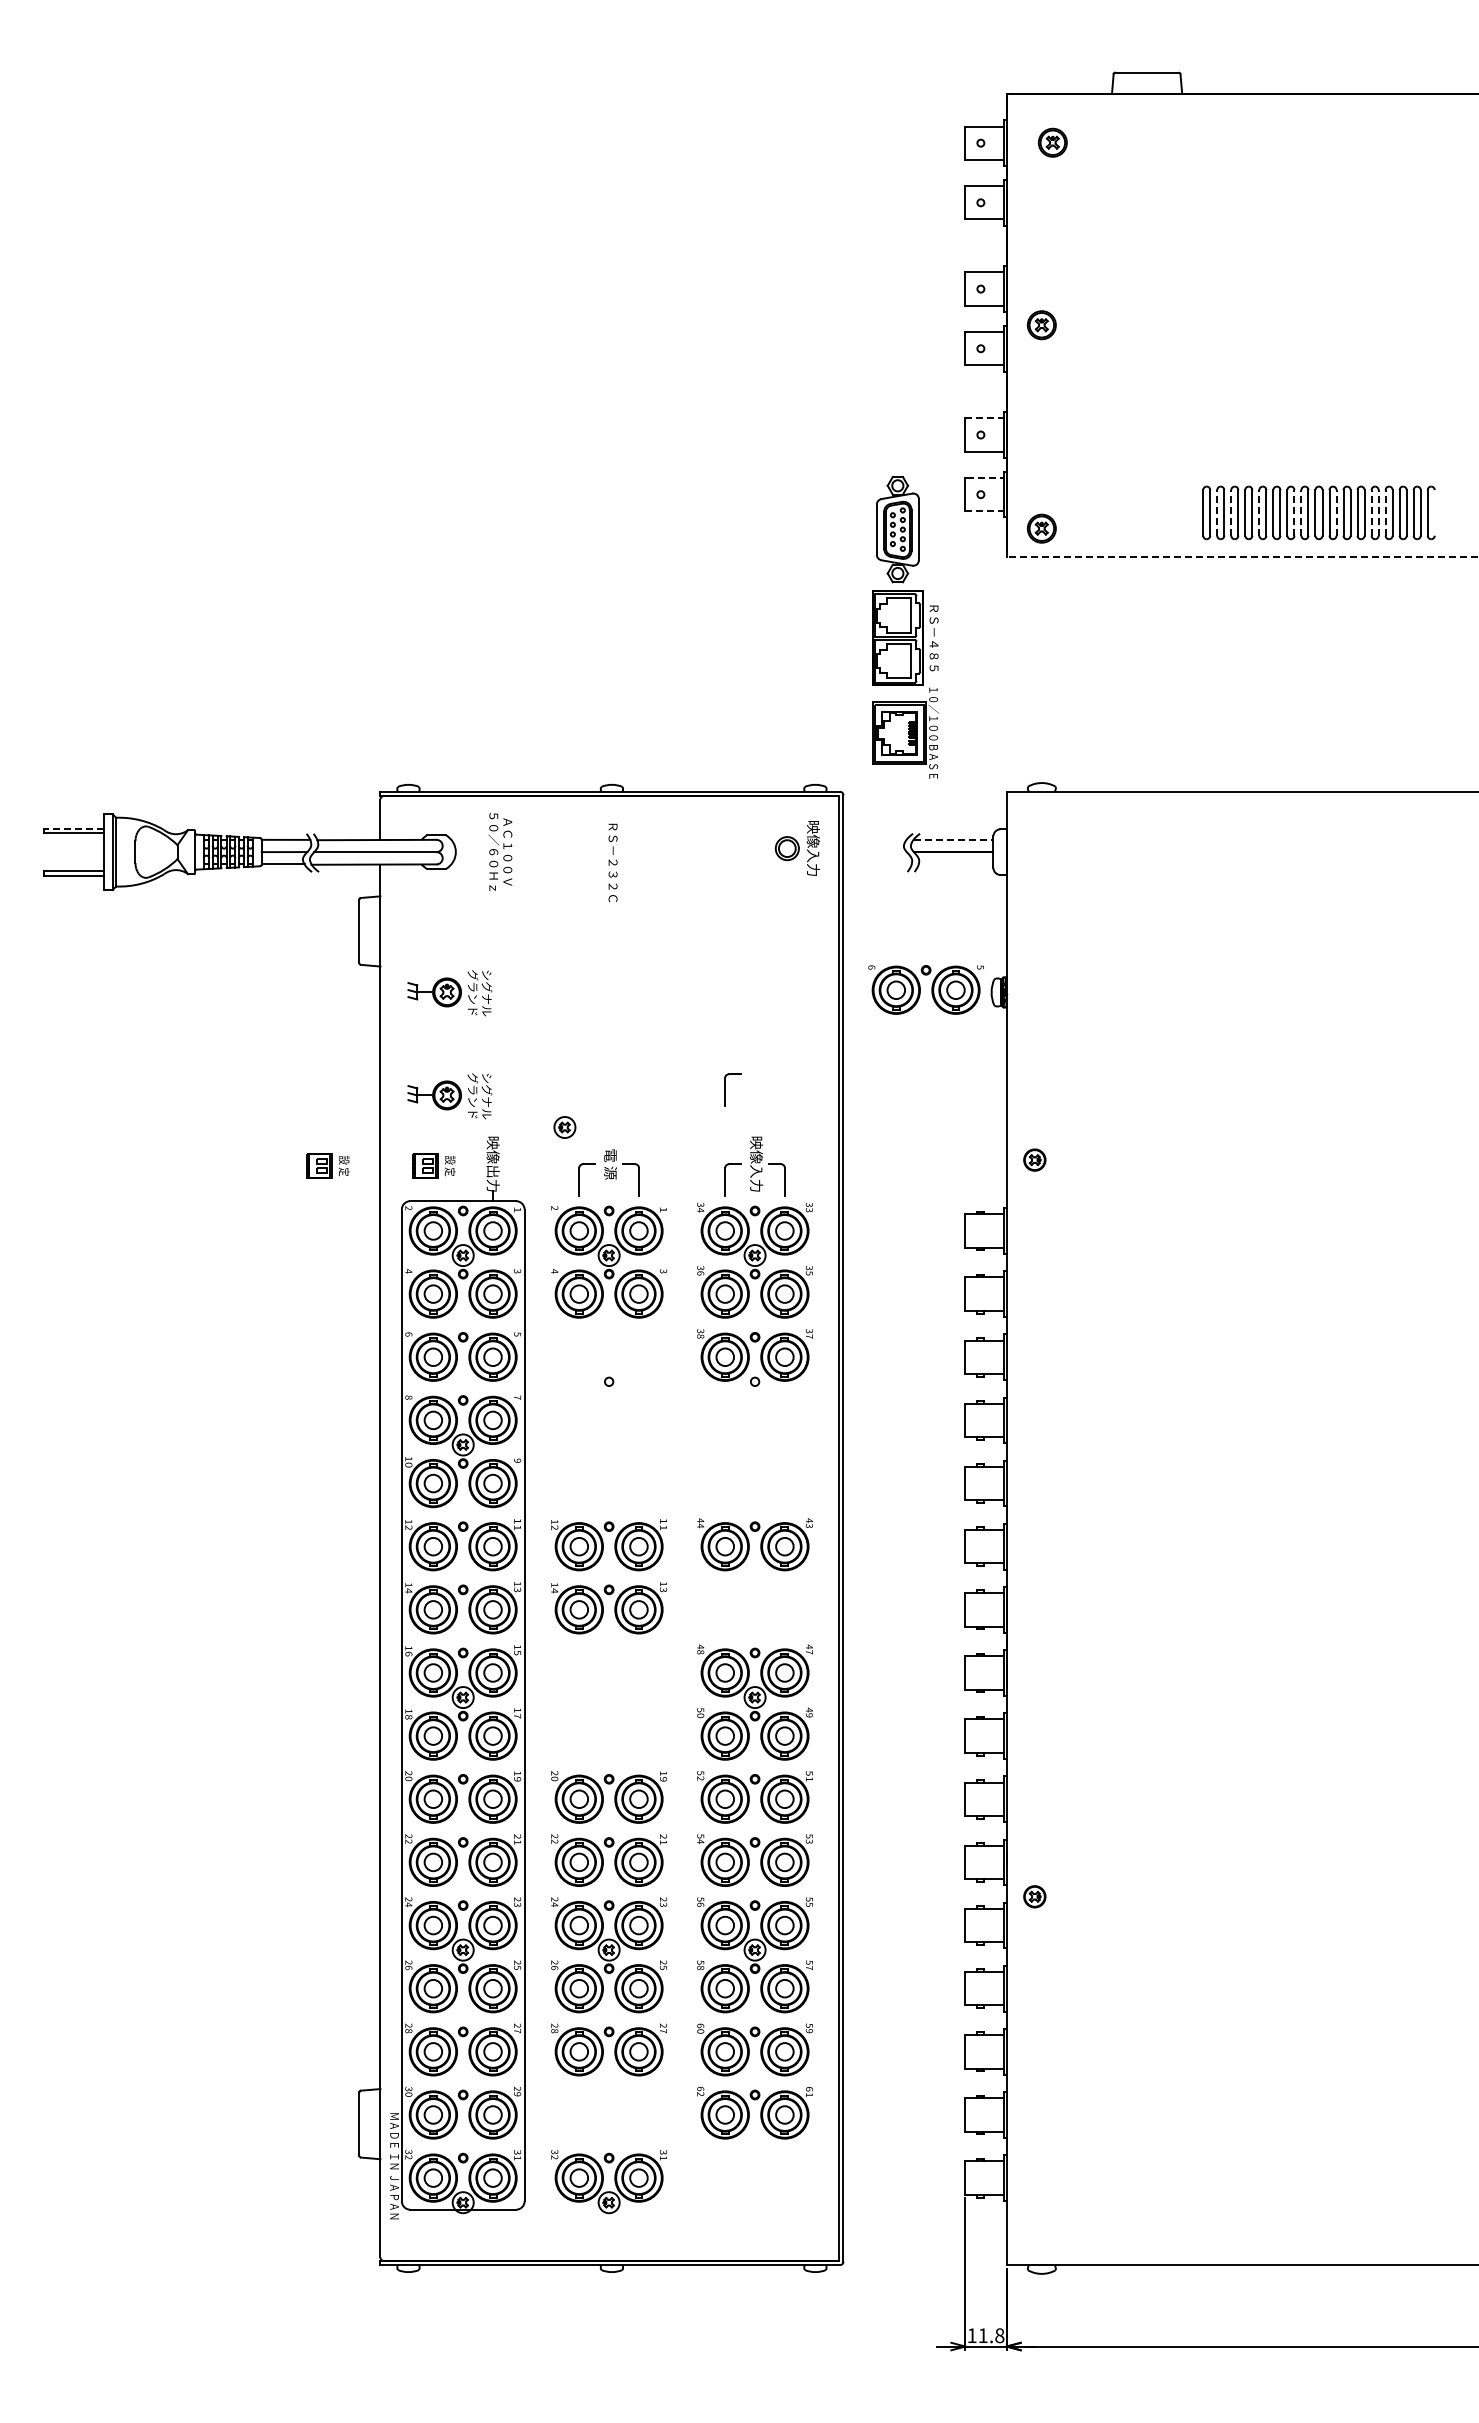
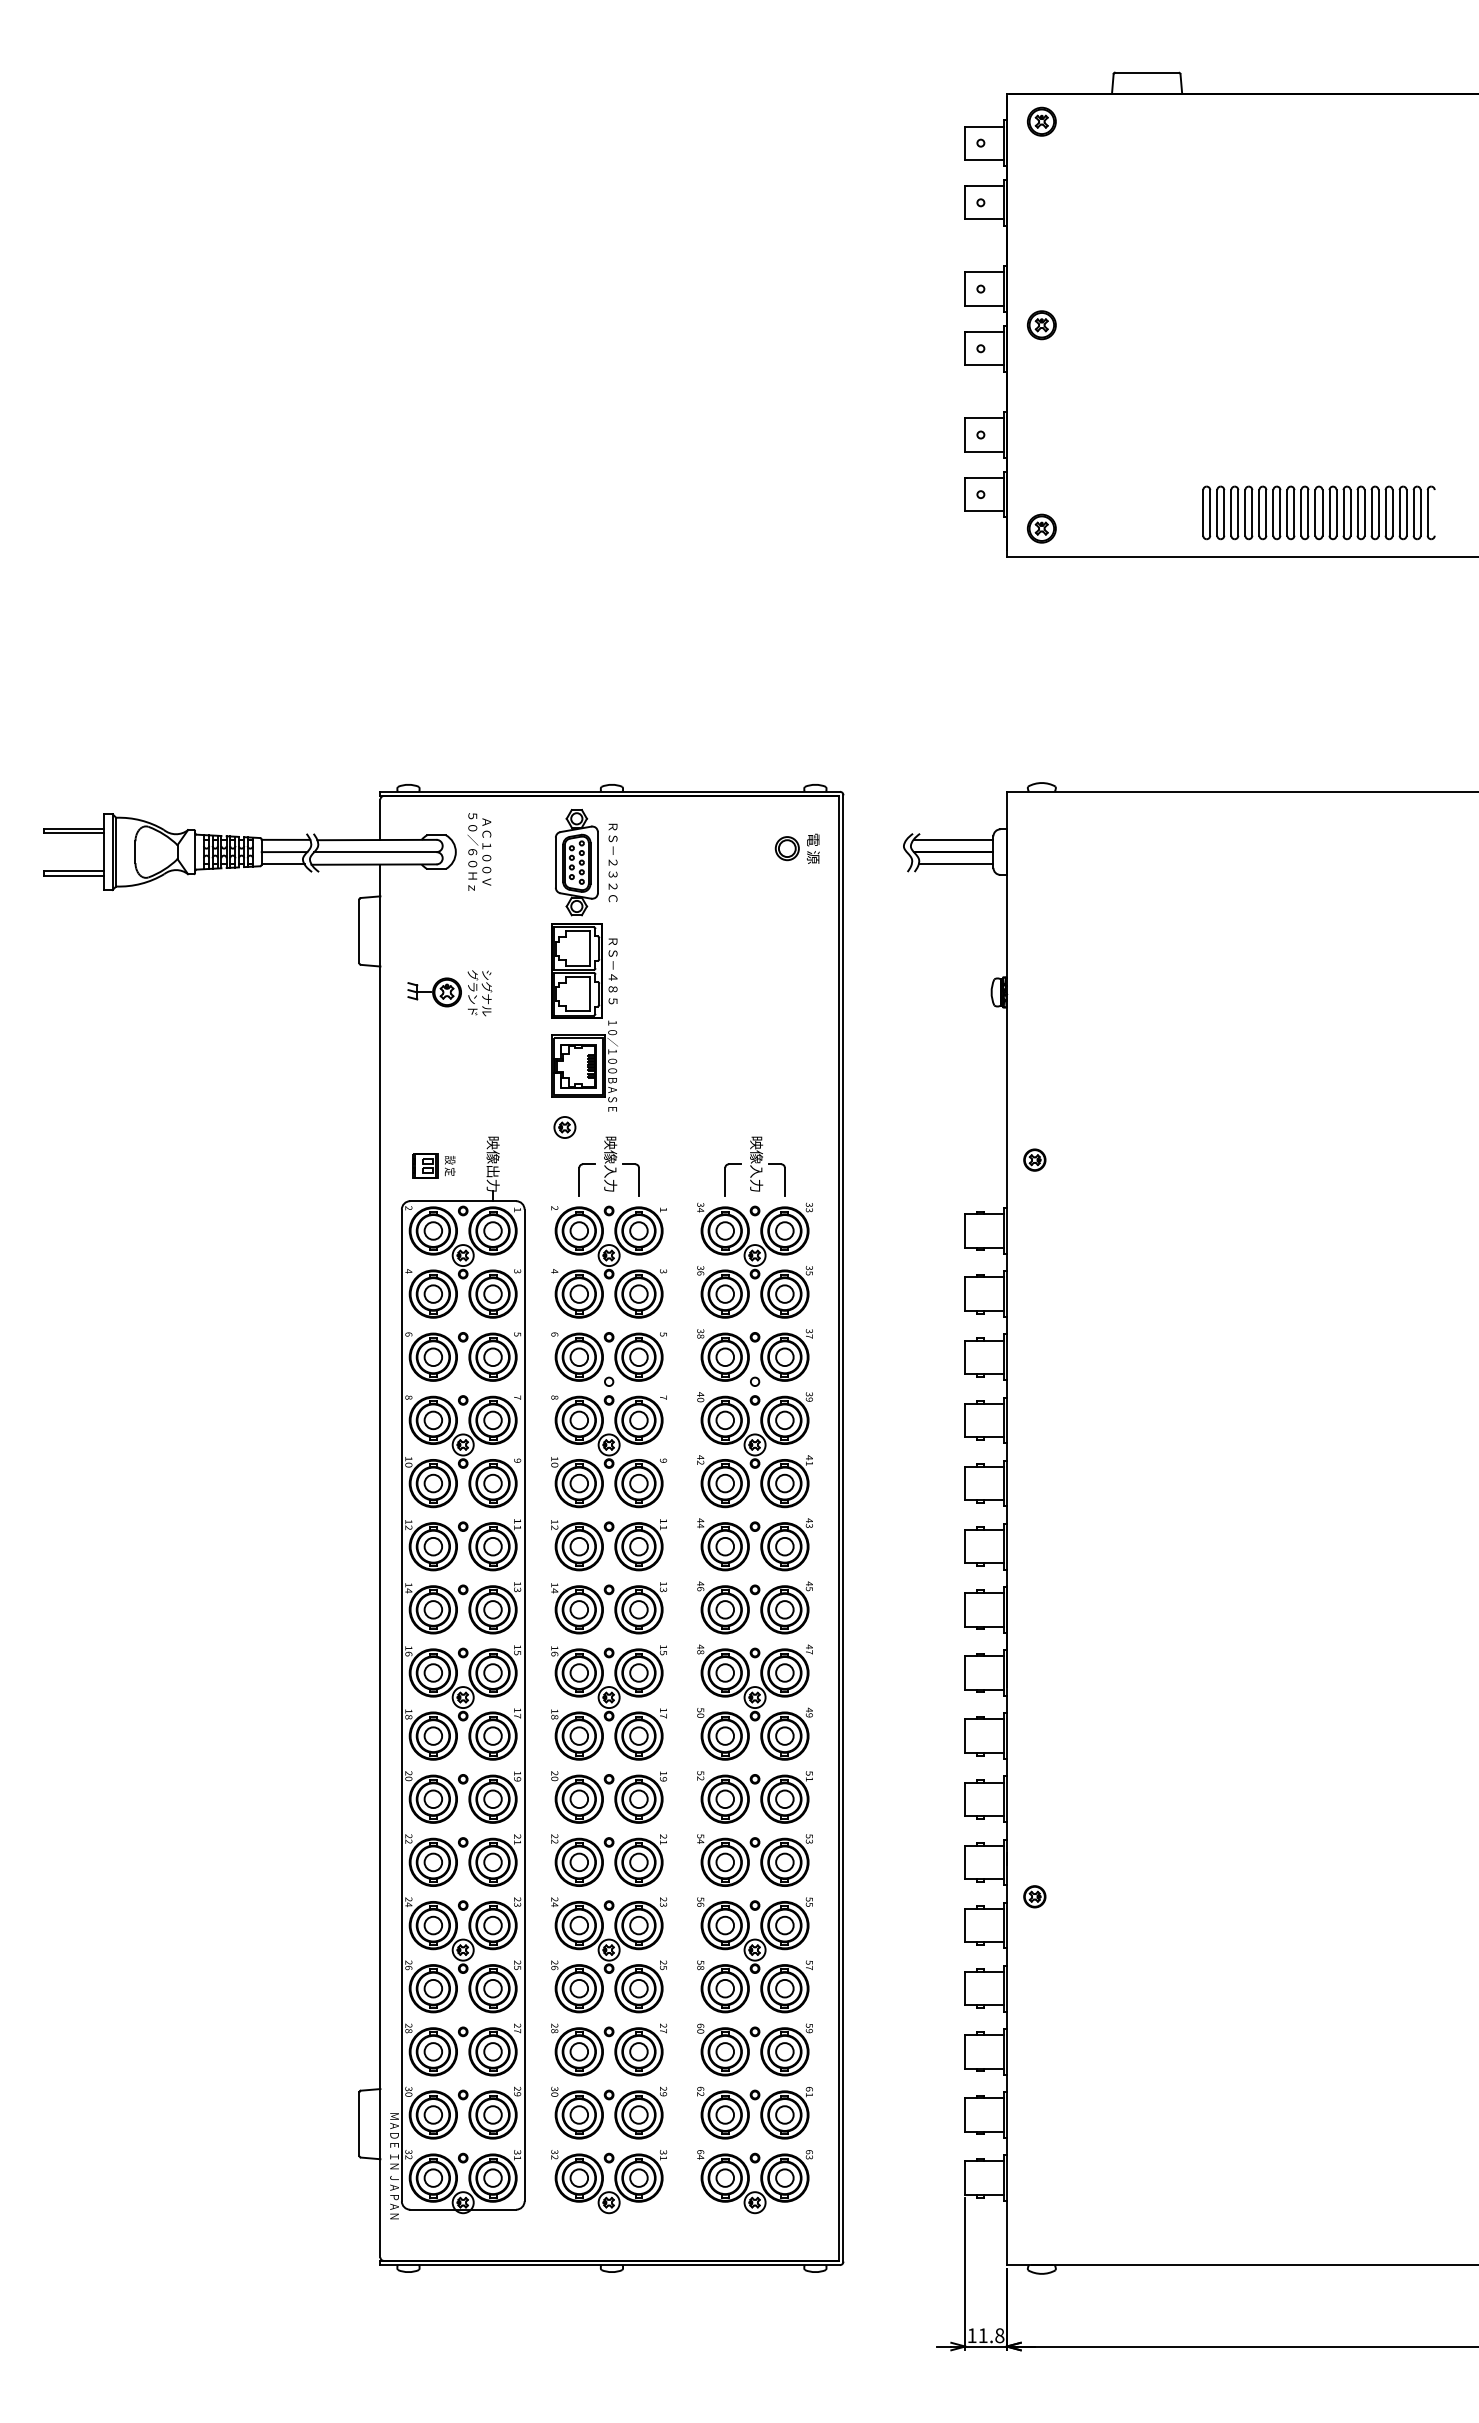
part at (1052, 142) position: (1052, 142) -> (1041, 121)
line at (985, 418): dashed -> solid
line at (986, 478): dashed -> solid
line at (985, 511): dashed -> solid
line at (1217, 512): dashed -> solid
line at (1231, 512): dashed -> solid
line at (1259, 512): dashed -> solid
line at (1294, 512): dashed -> solid
line at (1301, 512): dashed -> solid
line at (1336, 512): dashed -> solid
line at (1371, 512): dashed -> solid
line at (1378, 512): dashed -> solid
line at (1385, 512): dashed -> solid
line at (1242, 556): dashed -> solid
part at (905, 627) position: (905, 627) -> (584, 960)
line at (74, 828): dashed -> solid
line at (953, 839): dashed -> solid
text at (812, 848): 映像入力 -> 電 源
text at (500, 851) position: (500, 851) -> (479, 851)
line at (955, 864): none -> present
part at (925, 989) position: (925, 989) -> (608, 1356)
part at (725, 1089): present -> none
part at (449, 1096): present -> none
text at (610, 1163): 電 源 -> 映像入力
part at (327, 1165): present -> none
part at (754, 1450): none -> present
part at (609, 1451): none -> present
part at (754, 1607): none -> present
part at (608, 1702): none -> present
part at (609, 2112): none -> present
part at (754, 2182): none -> present
